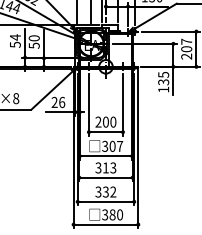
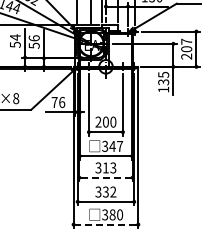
text at (33, 38): 50 -> 56
text at (54, 101): 26 -> 76
text at (112, 145): 307 -> 347
line at (105, 177): solid -> dashed
line at (105, 224): solid -> dashed
